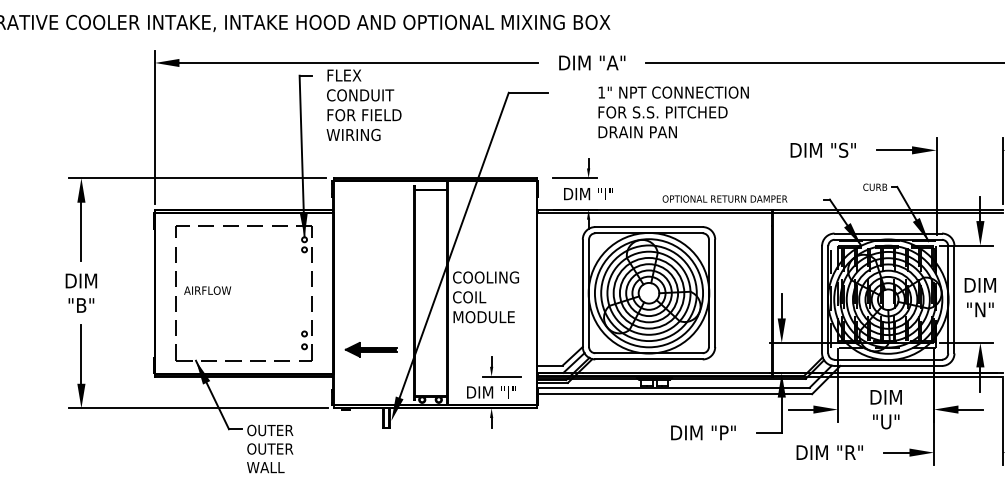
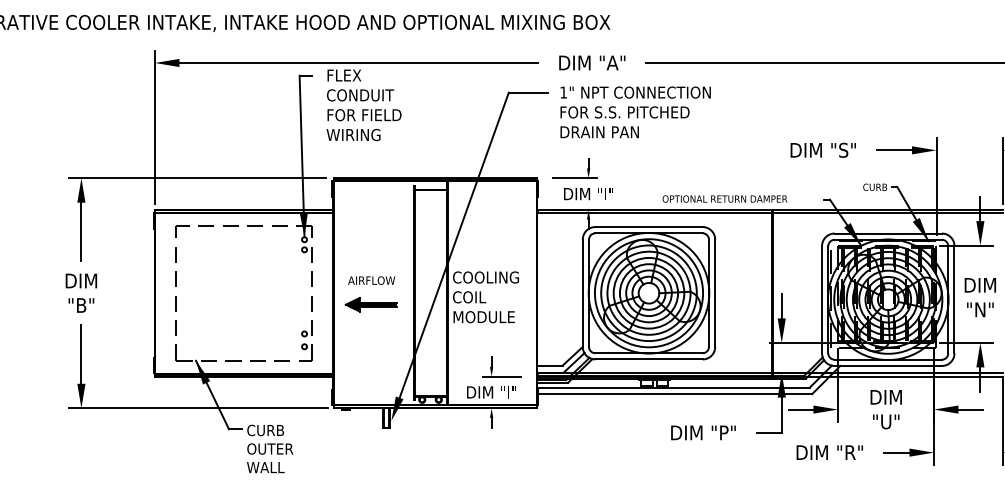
text at (673, 112) position: (673, 112) -> (635, 112)
text at (207, 290) position: (207, 290) -> (371, 280)
part at (370, 349) position: (370, 349) -> (370, 304)
text at (273, 430): OUTER -> CURB
